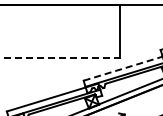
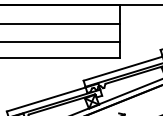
line at (61, 24): none -> present
line at (61, 41): none -> present
line at (60, 57): dashed -> solid
line at (123, 68): dashed -> solid
